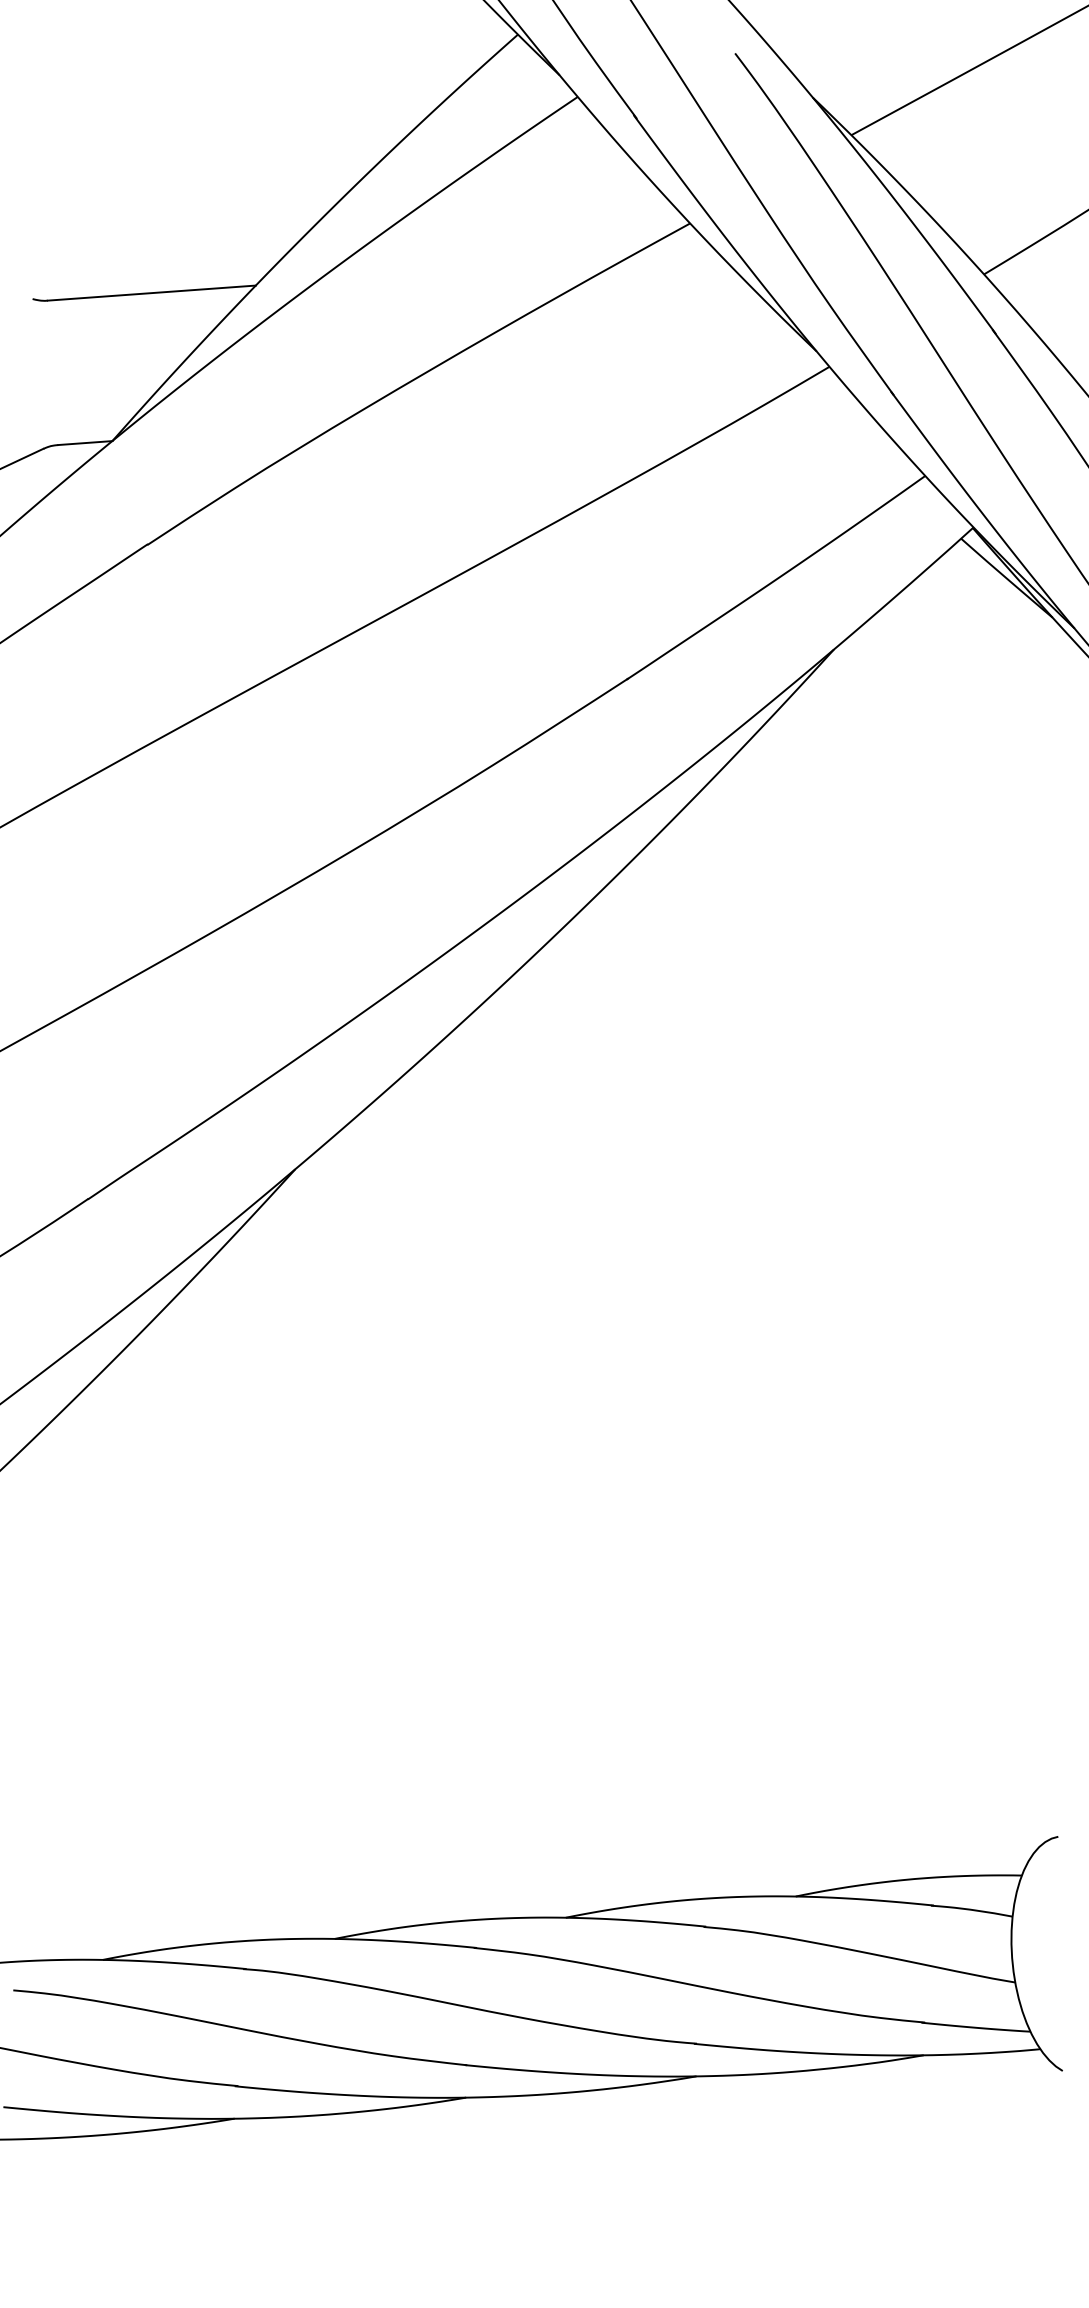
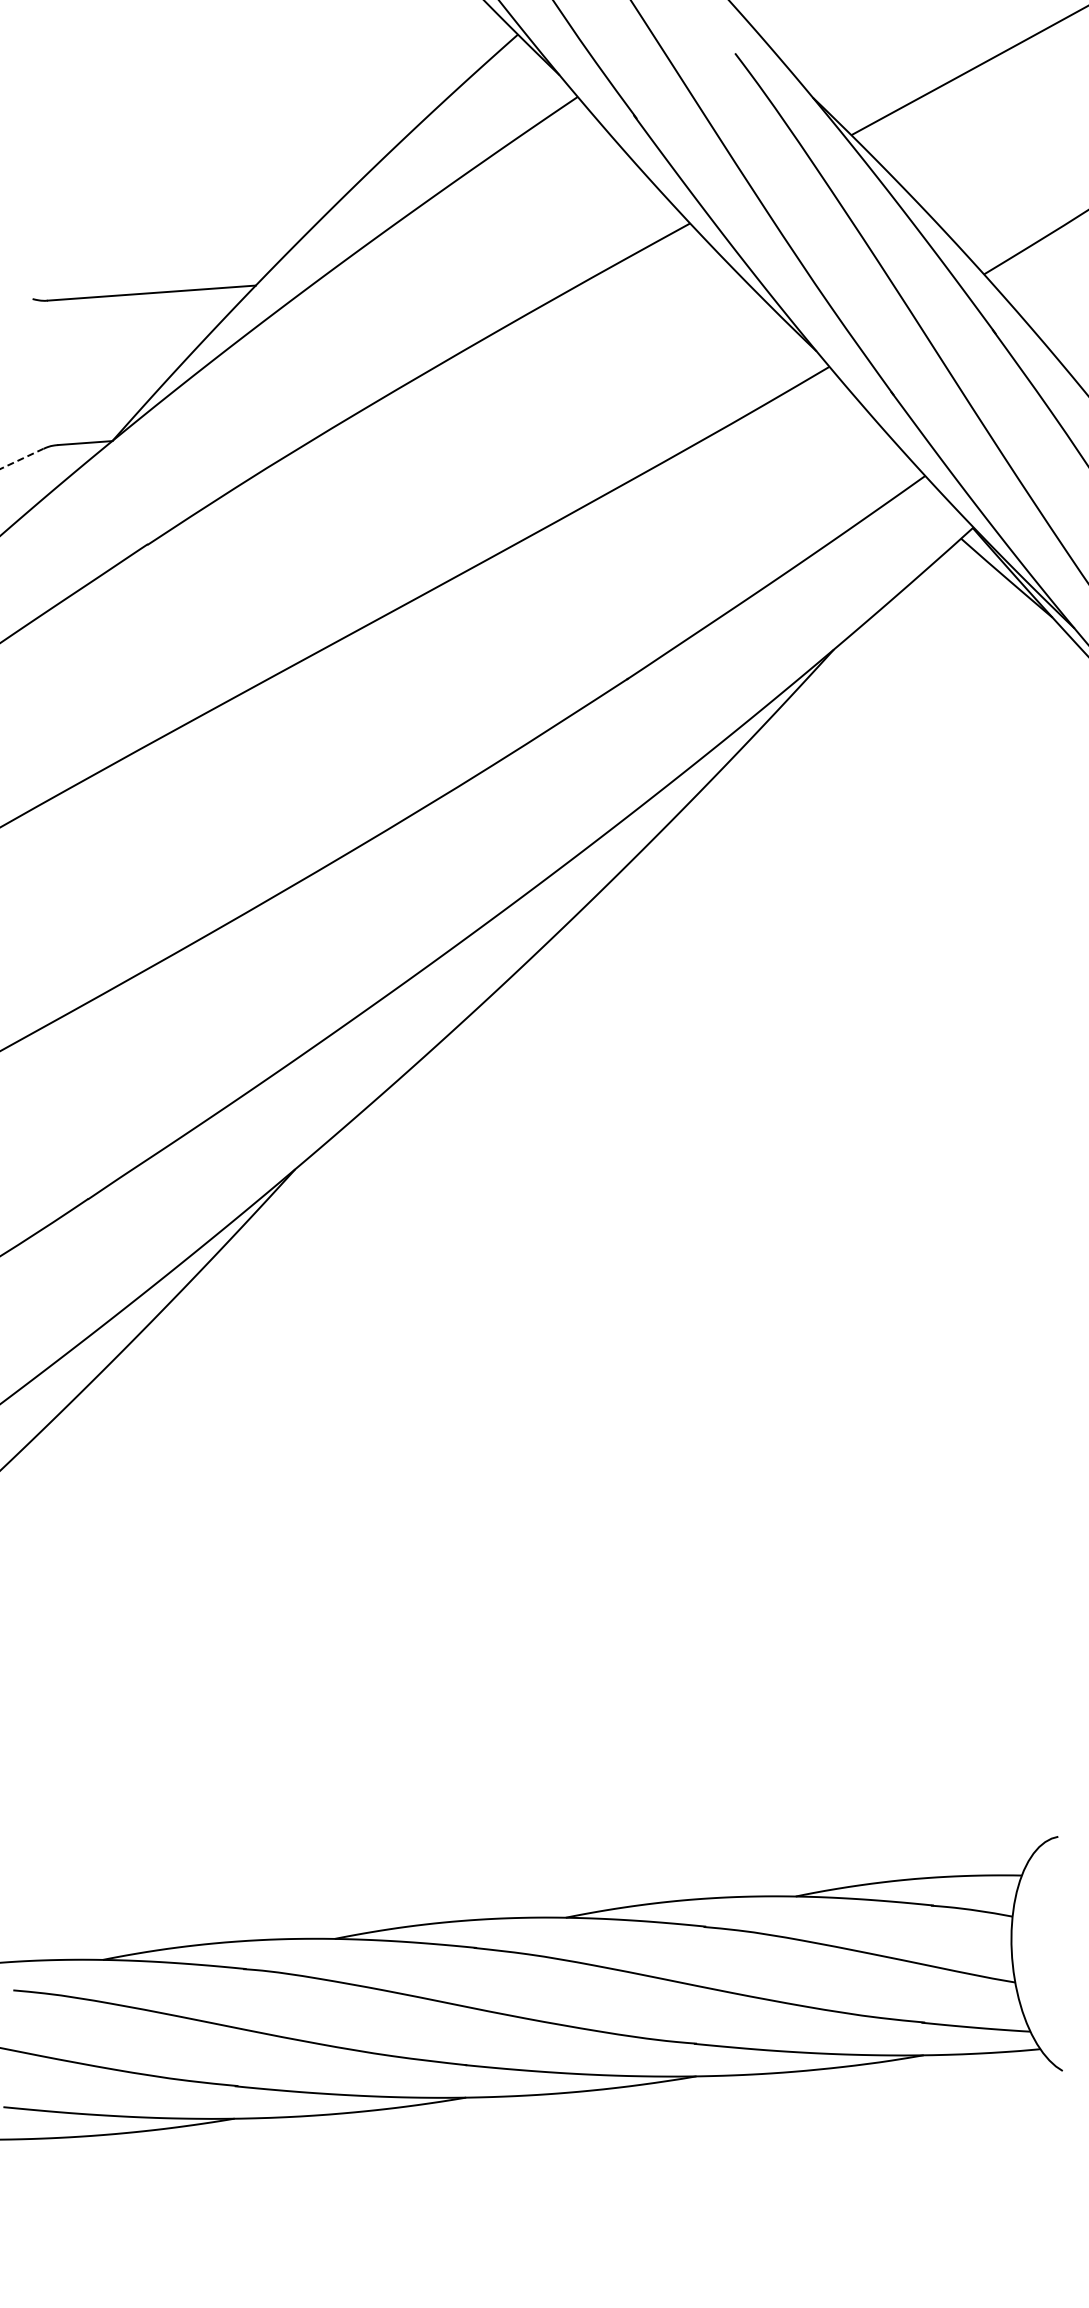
line at (21, 458): solid -> dashed
